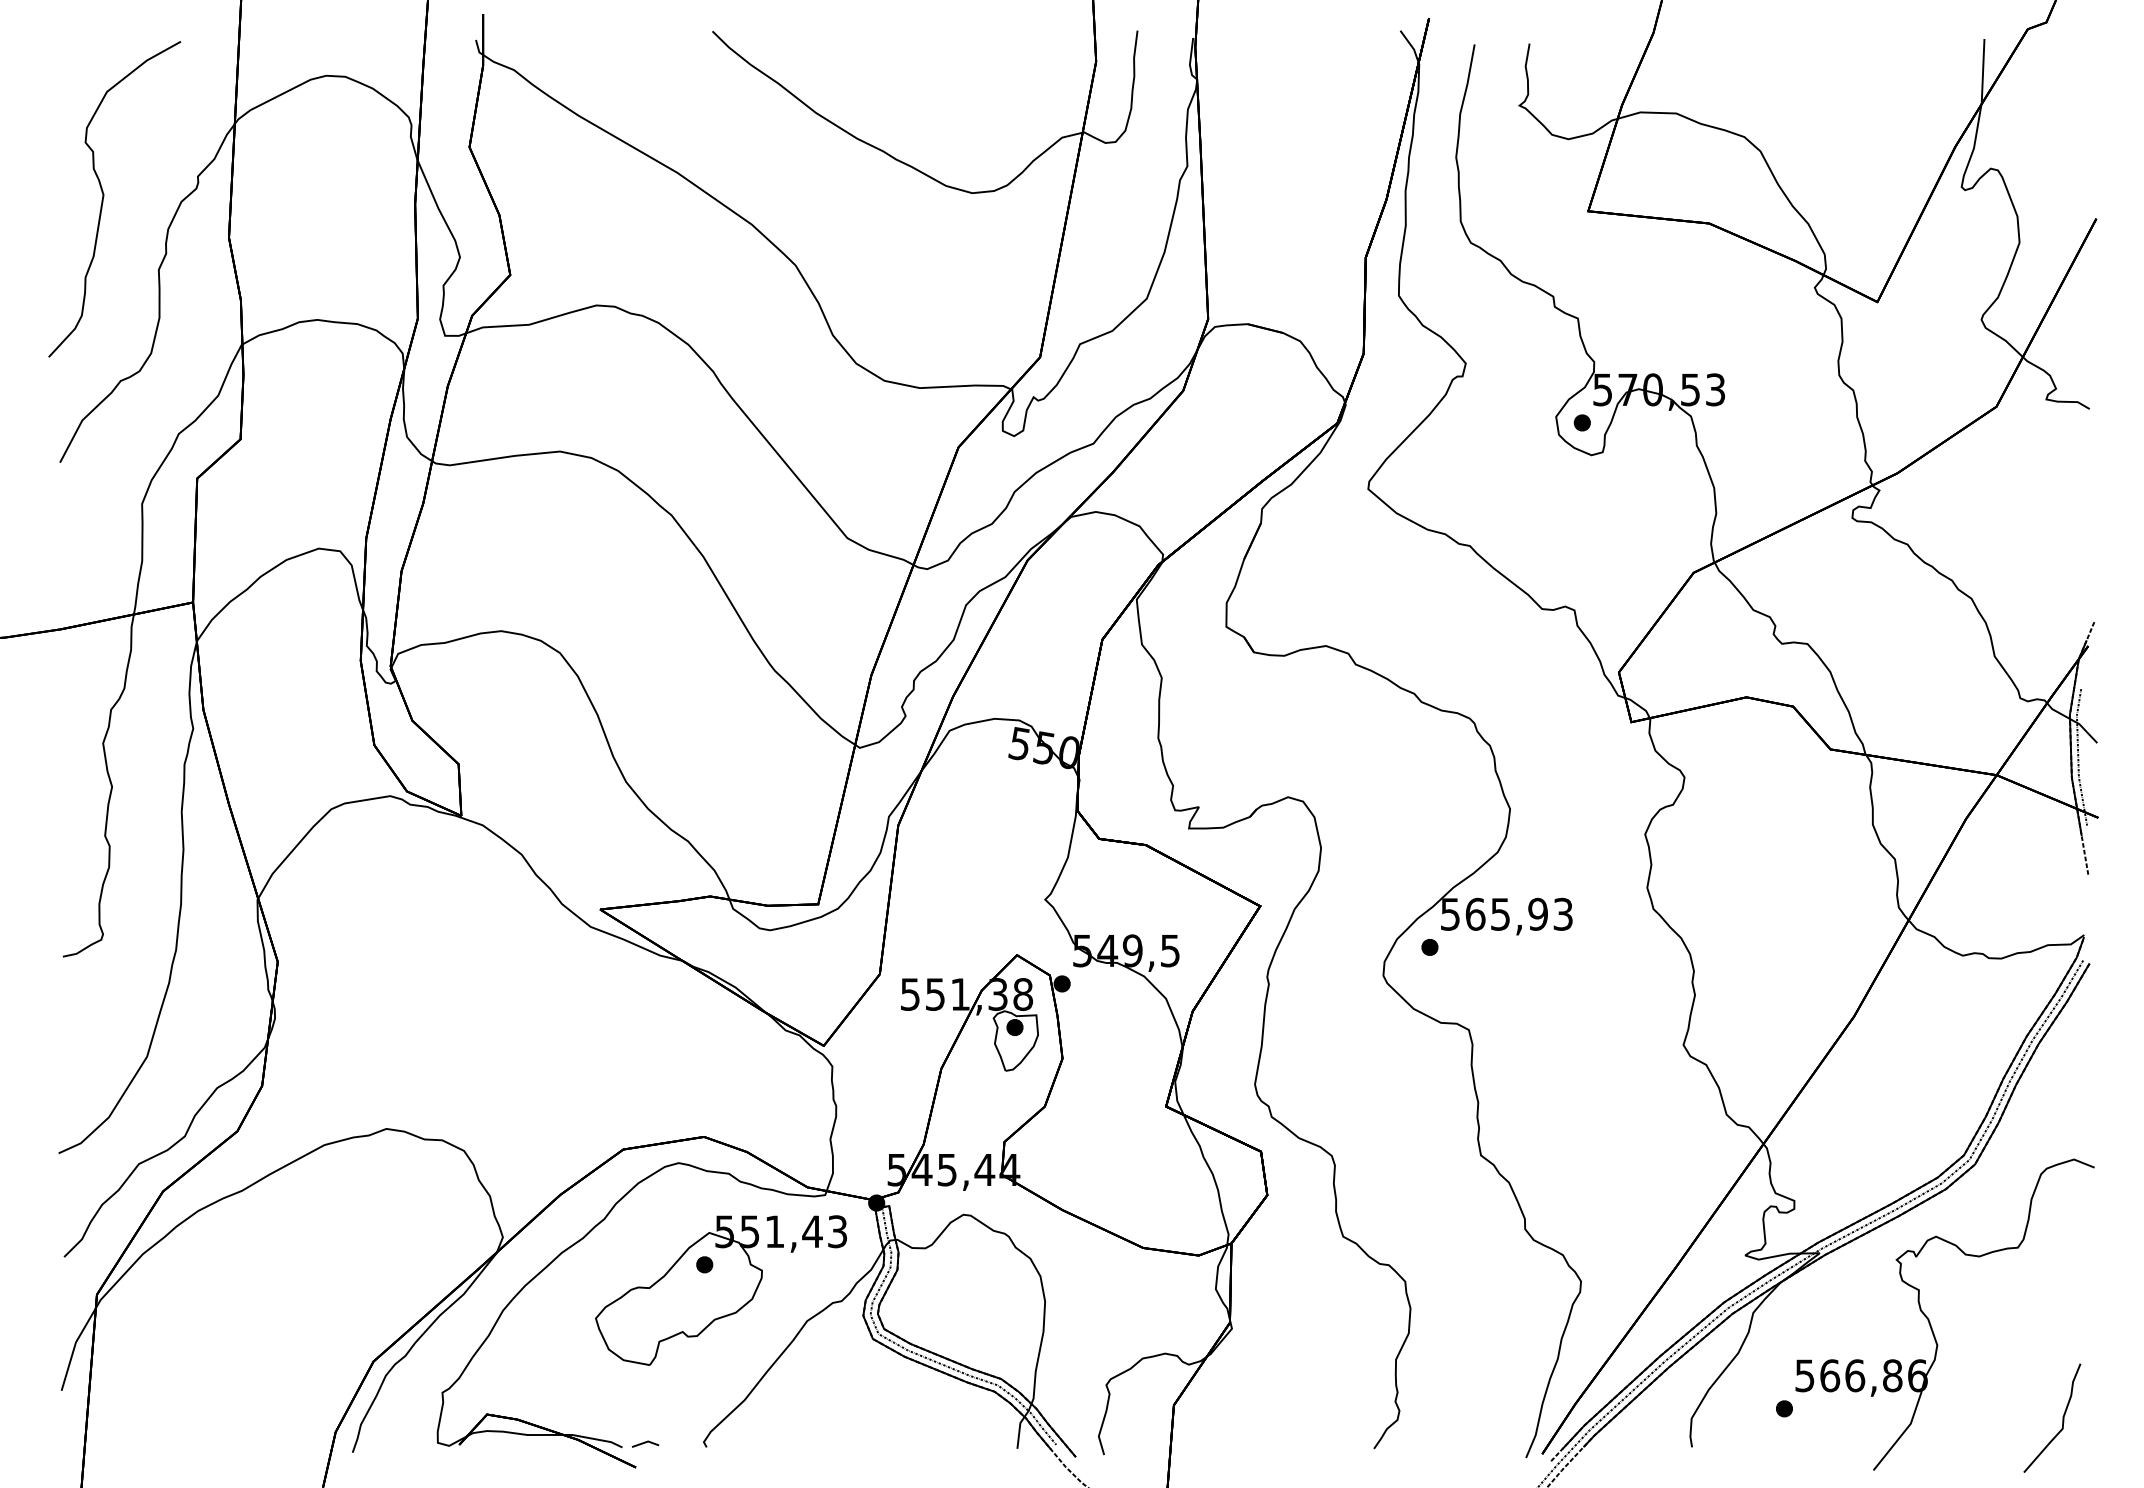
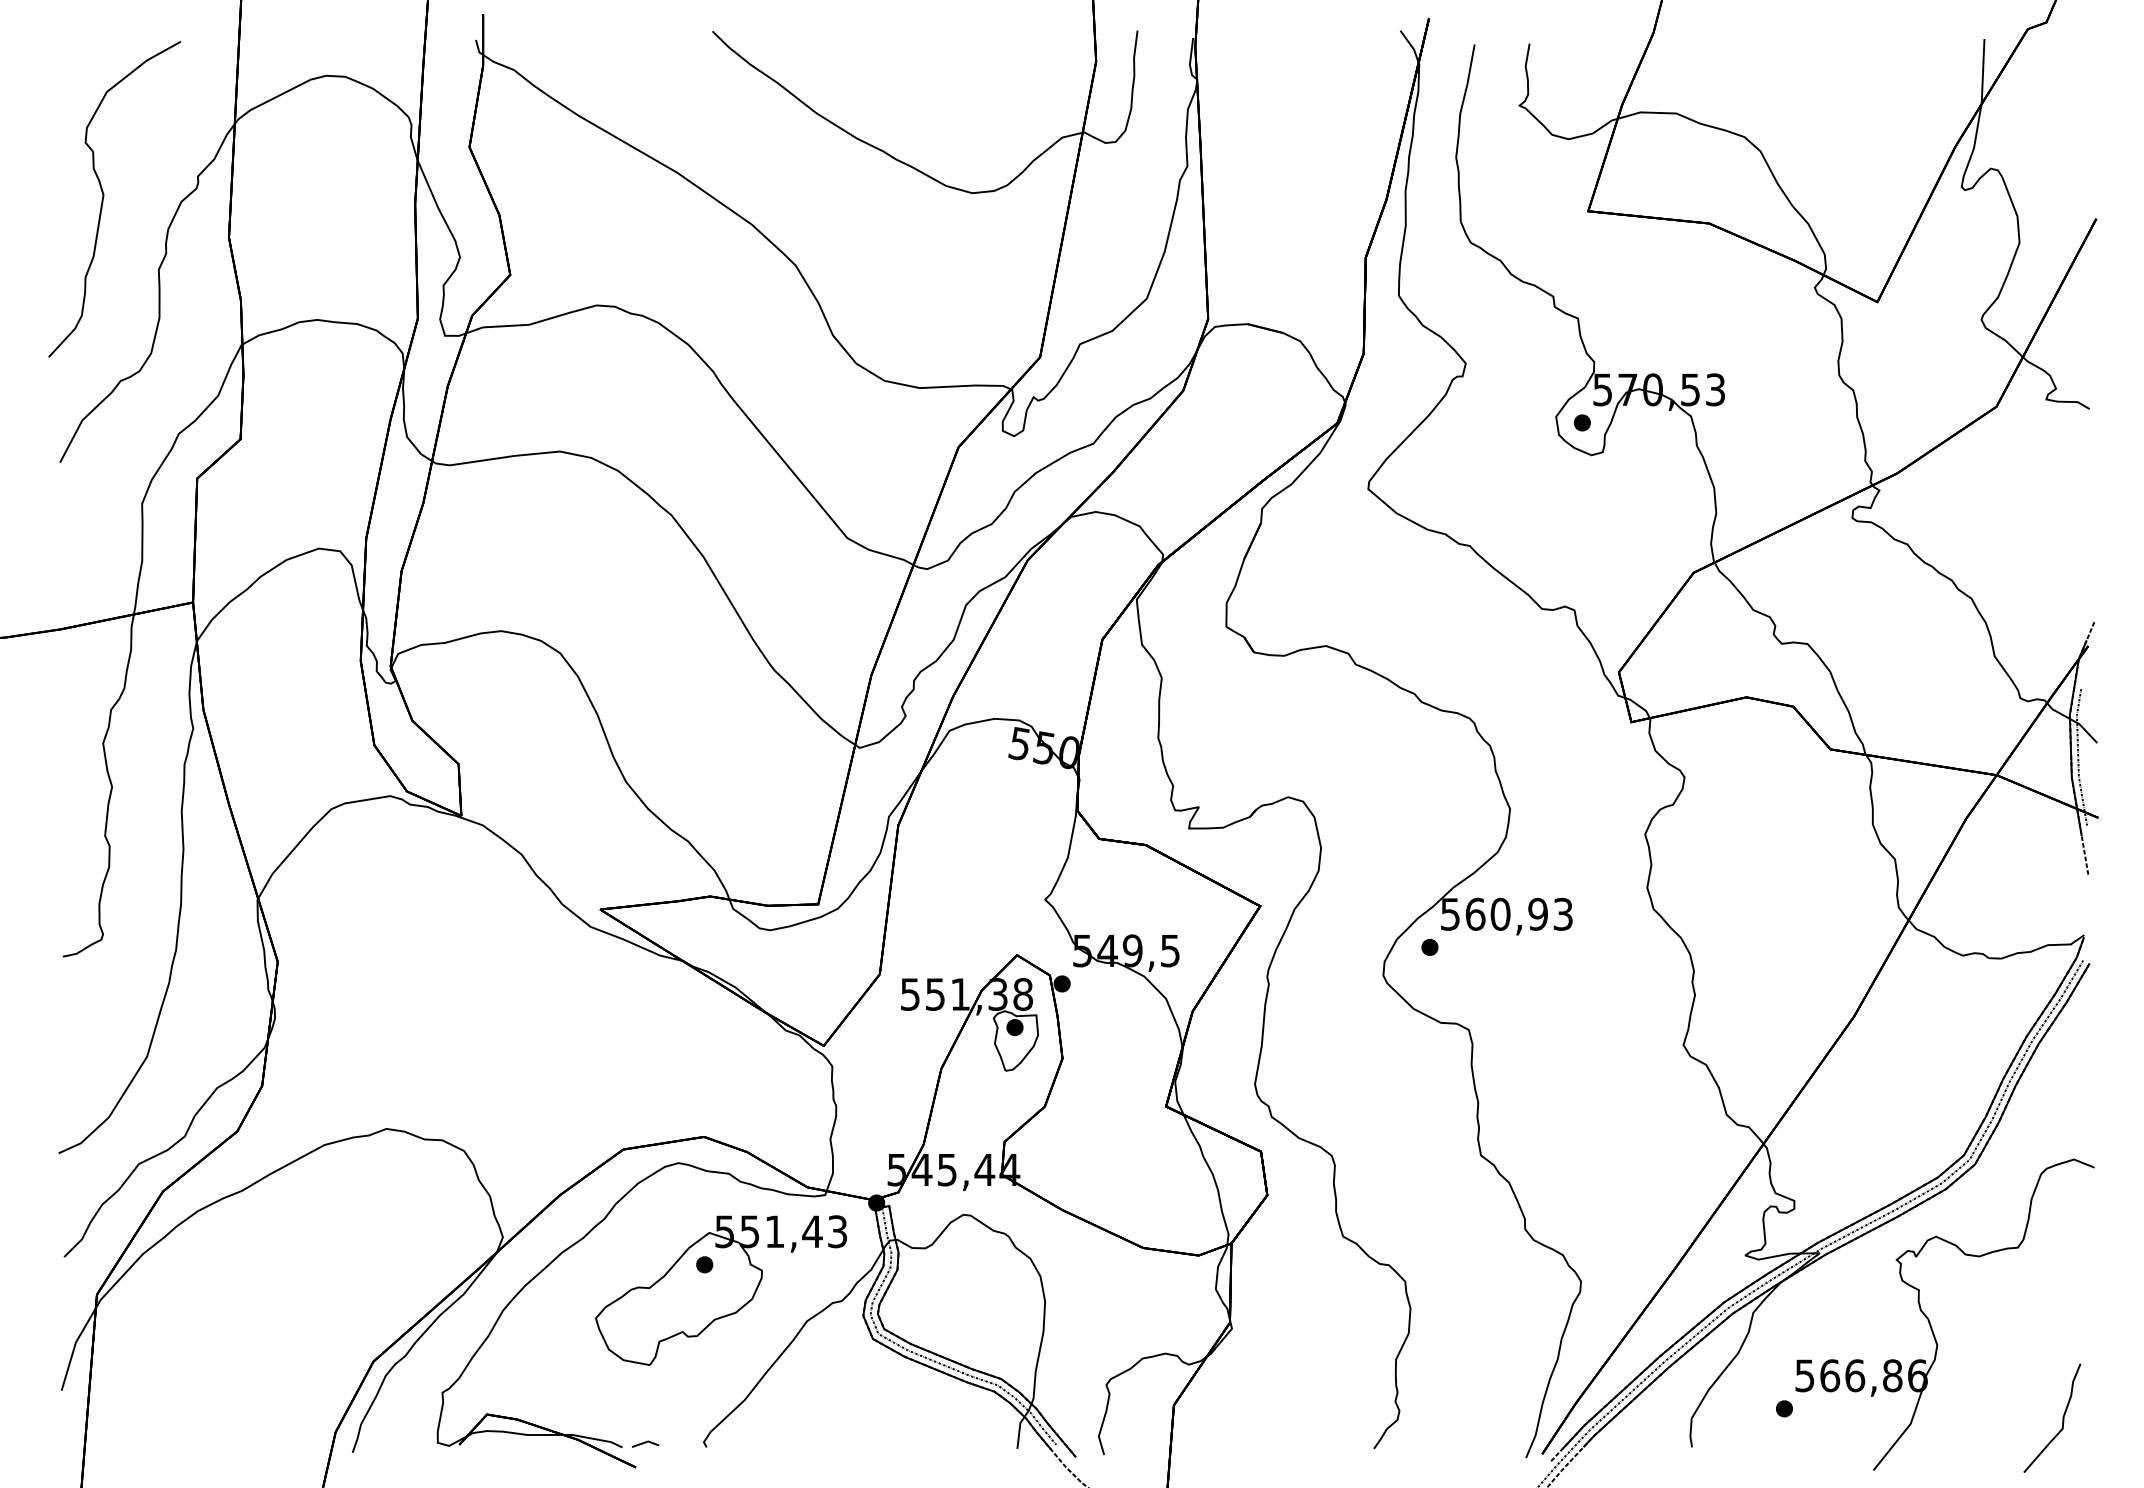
text at (1500, 913): 565,93 -> 560,93
